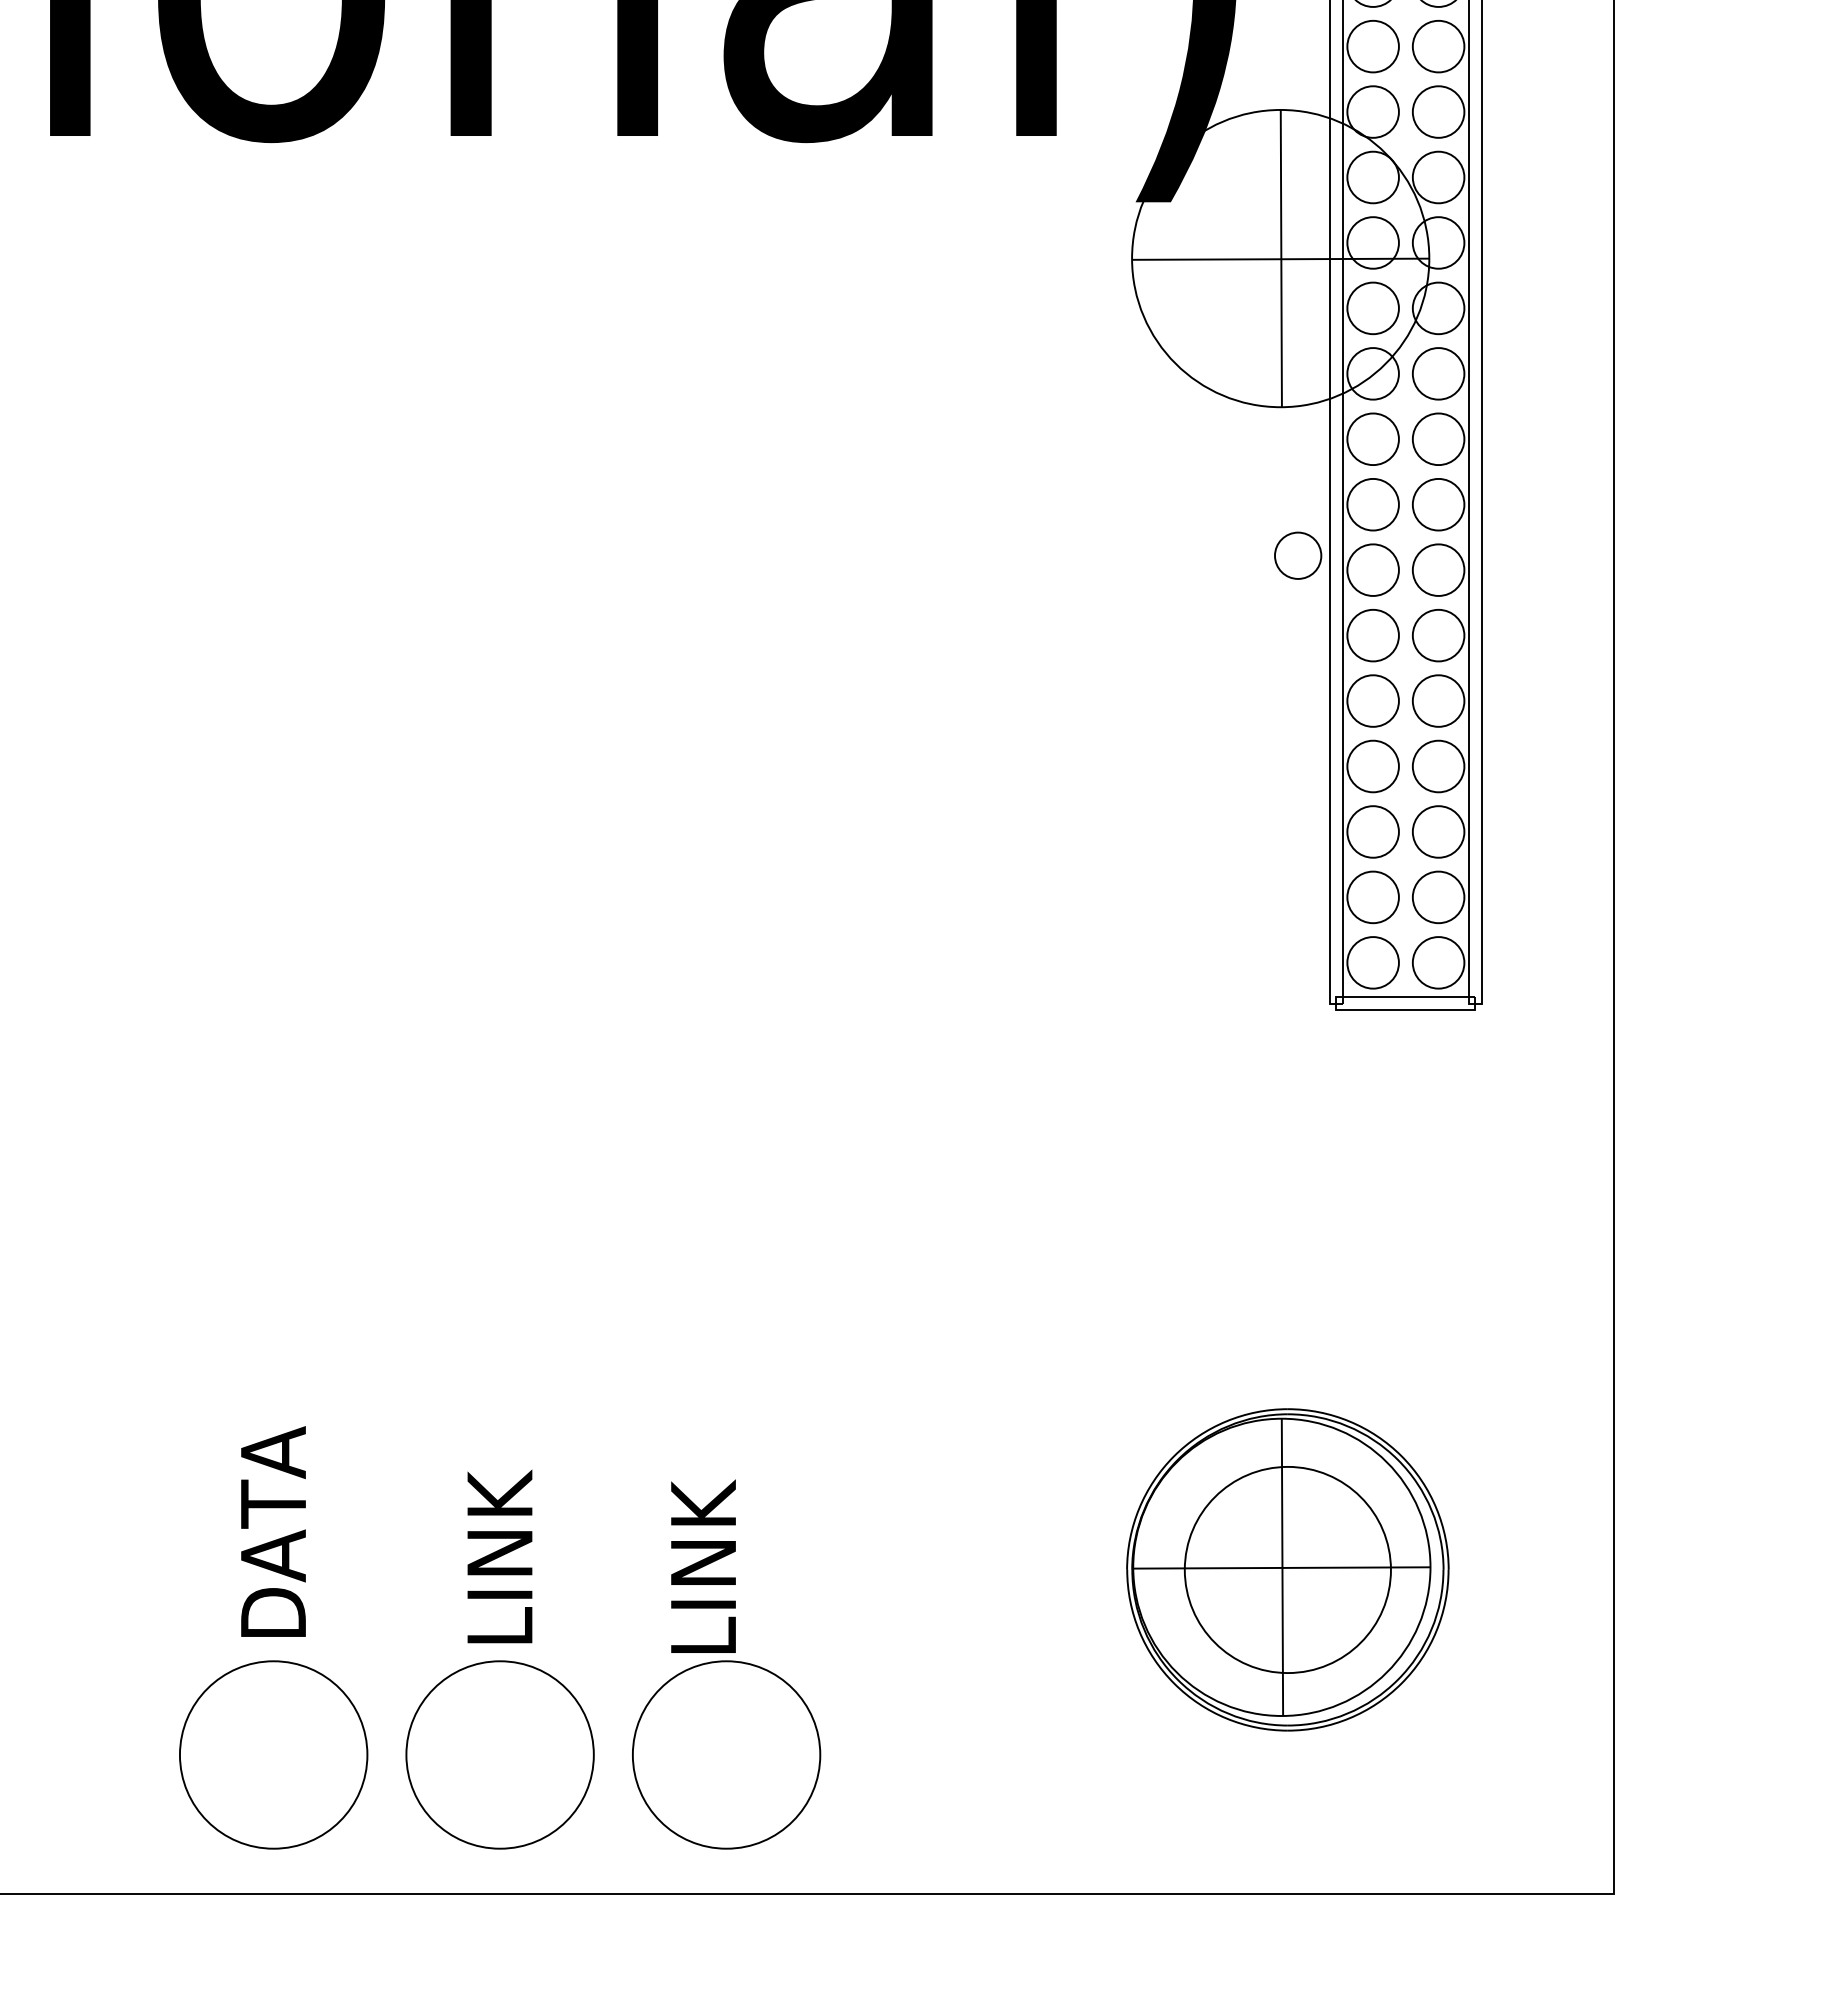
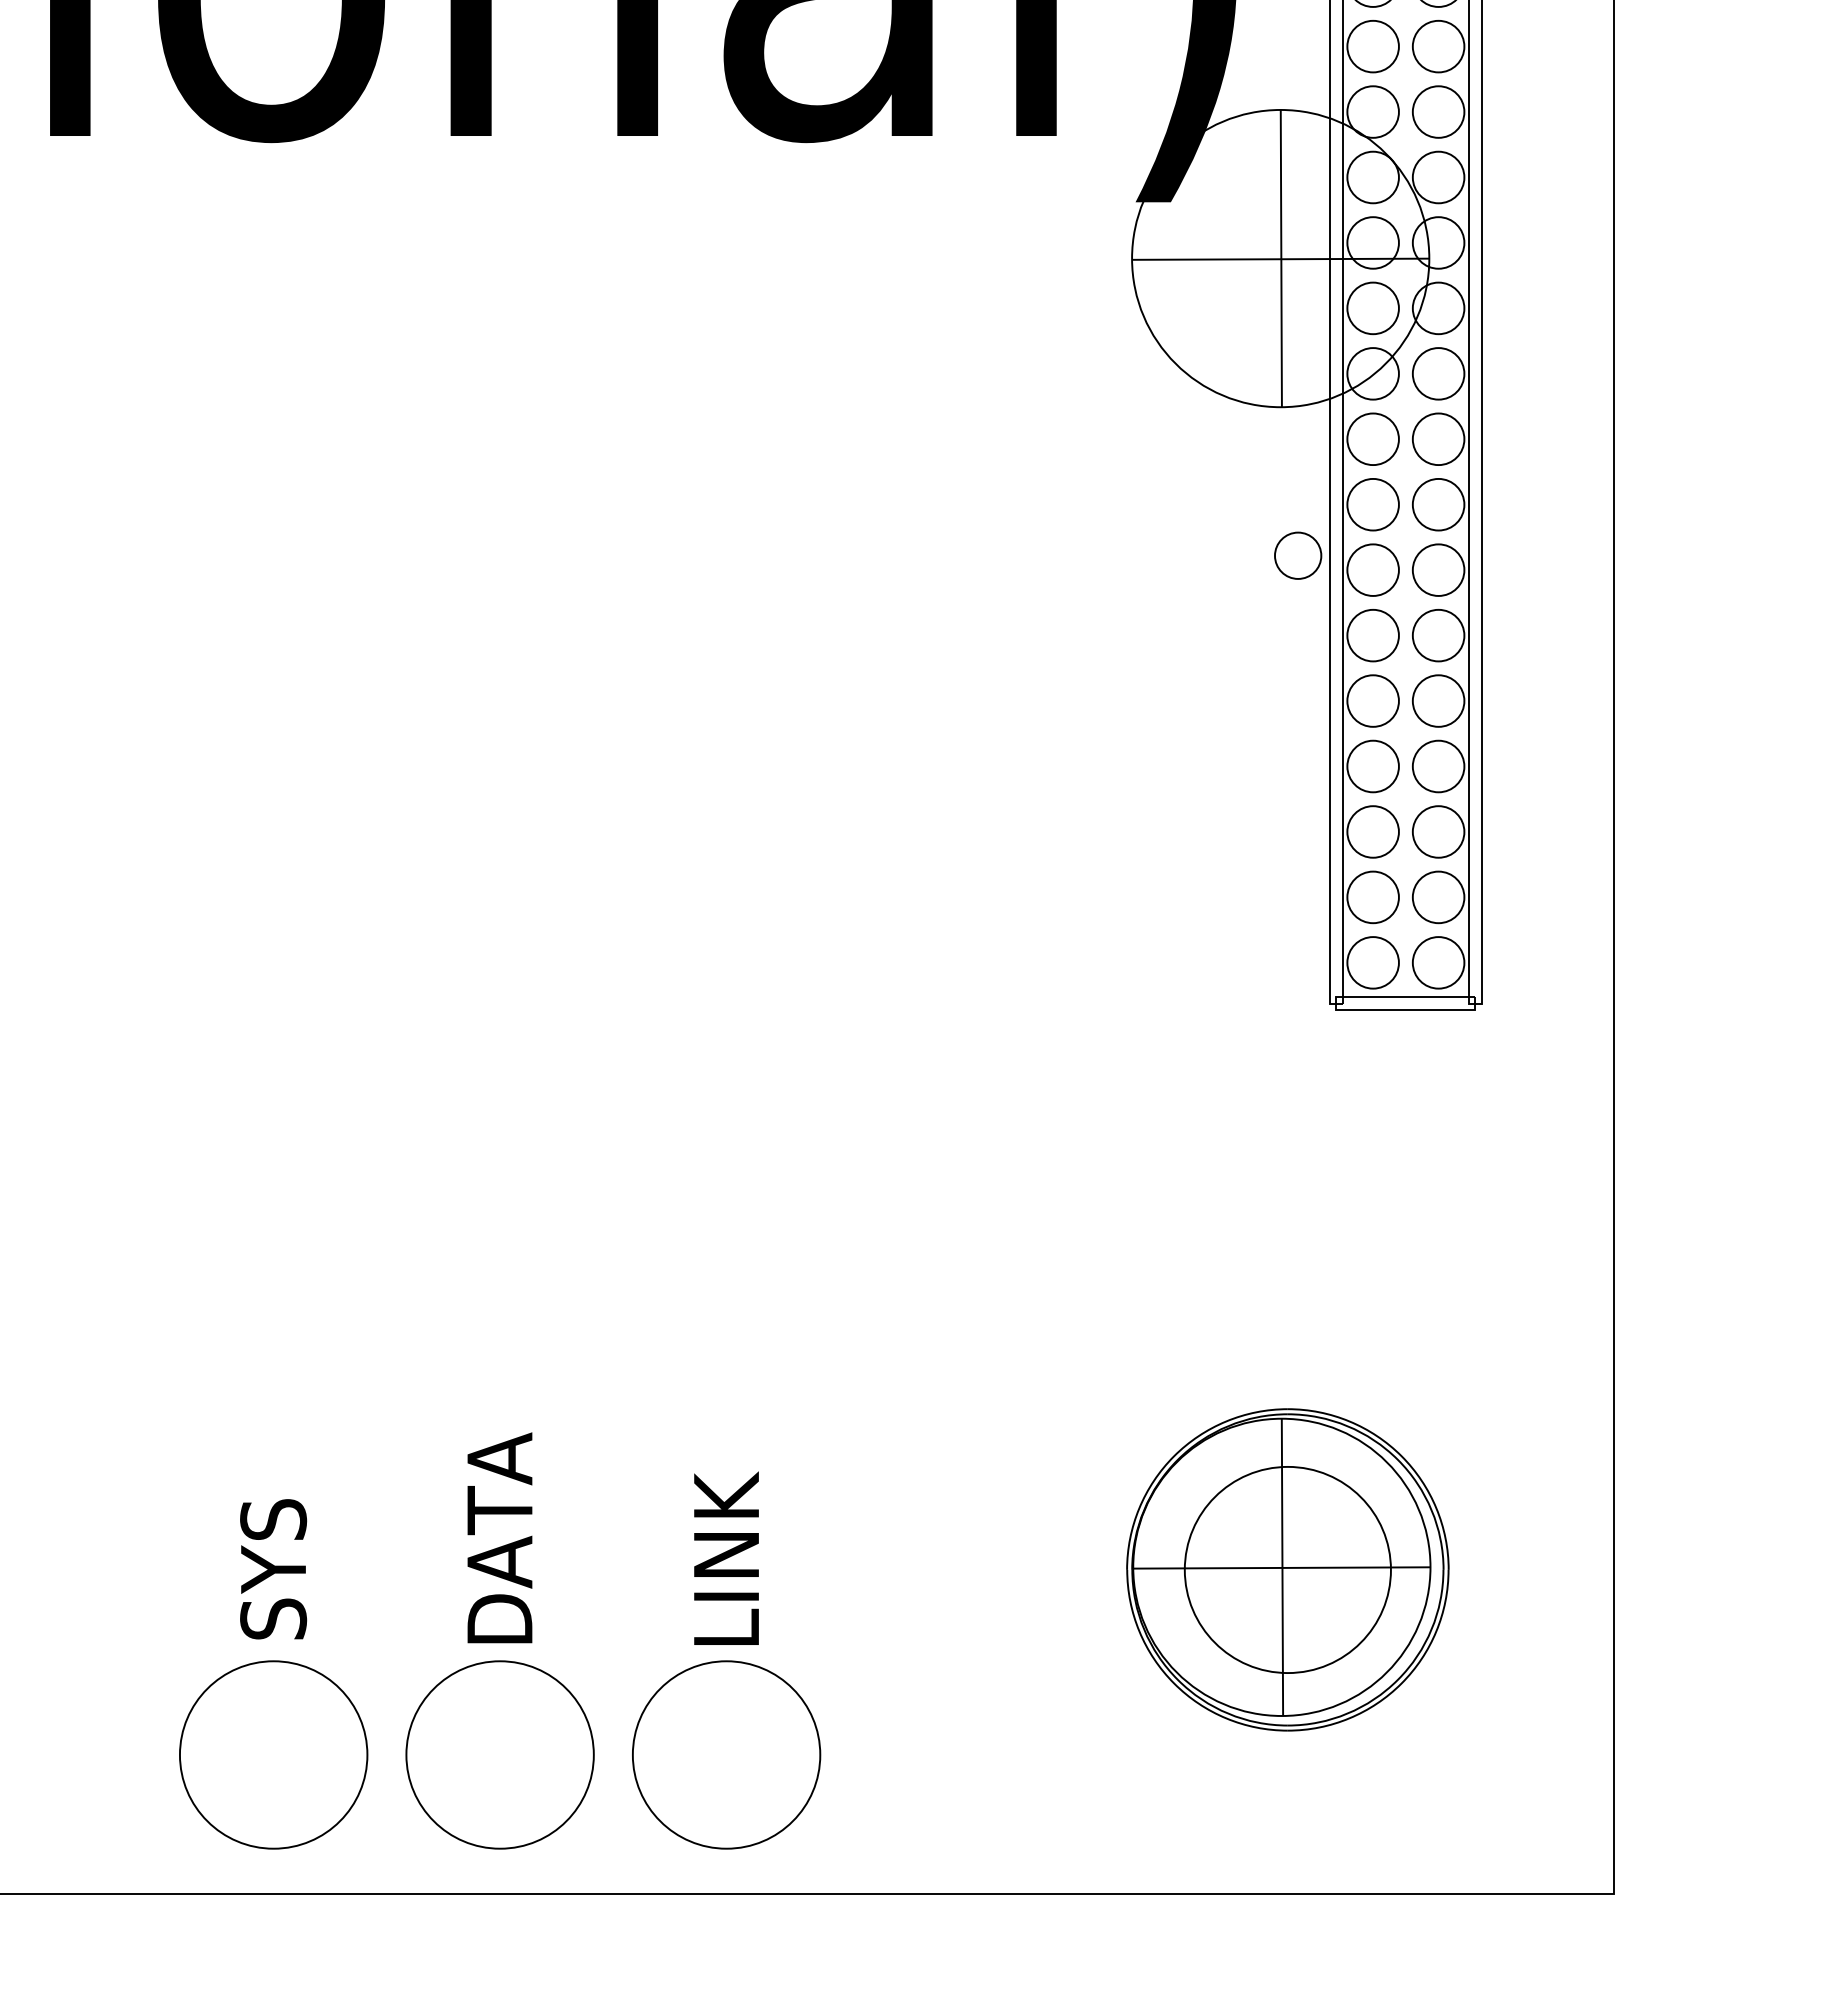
text at (273, 1532): DATA -> SYS
text at (499, 1533): LINK -> DATA
text at (703, 1565) position: (703, 1565) -> (726, 1557)
